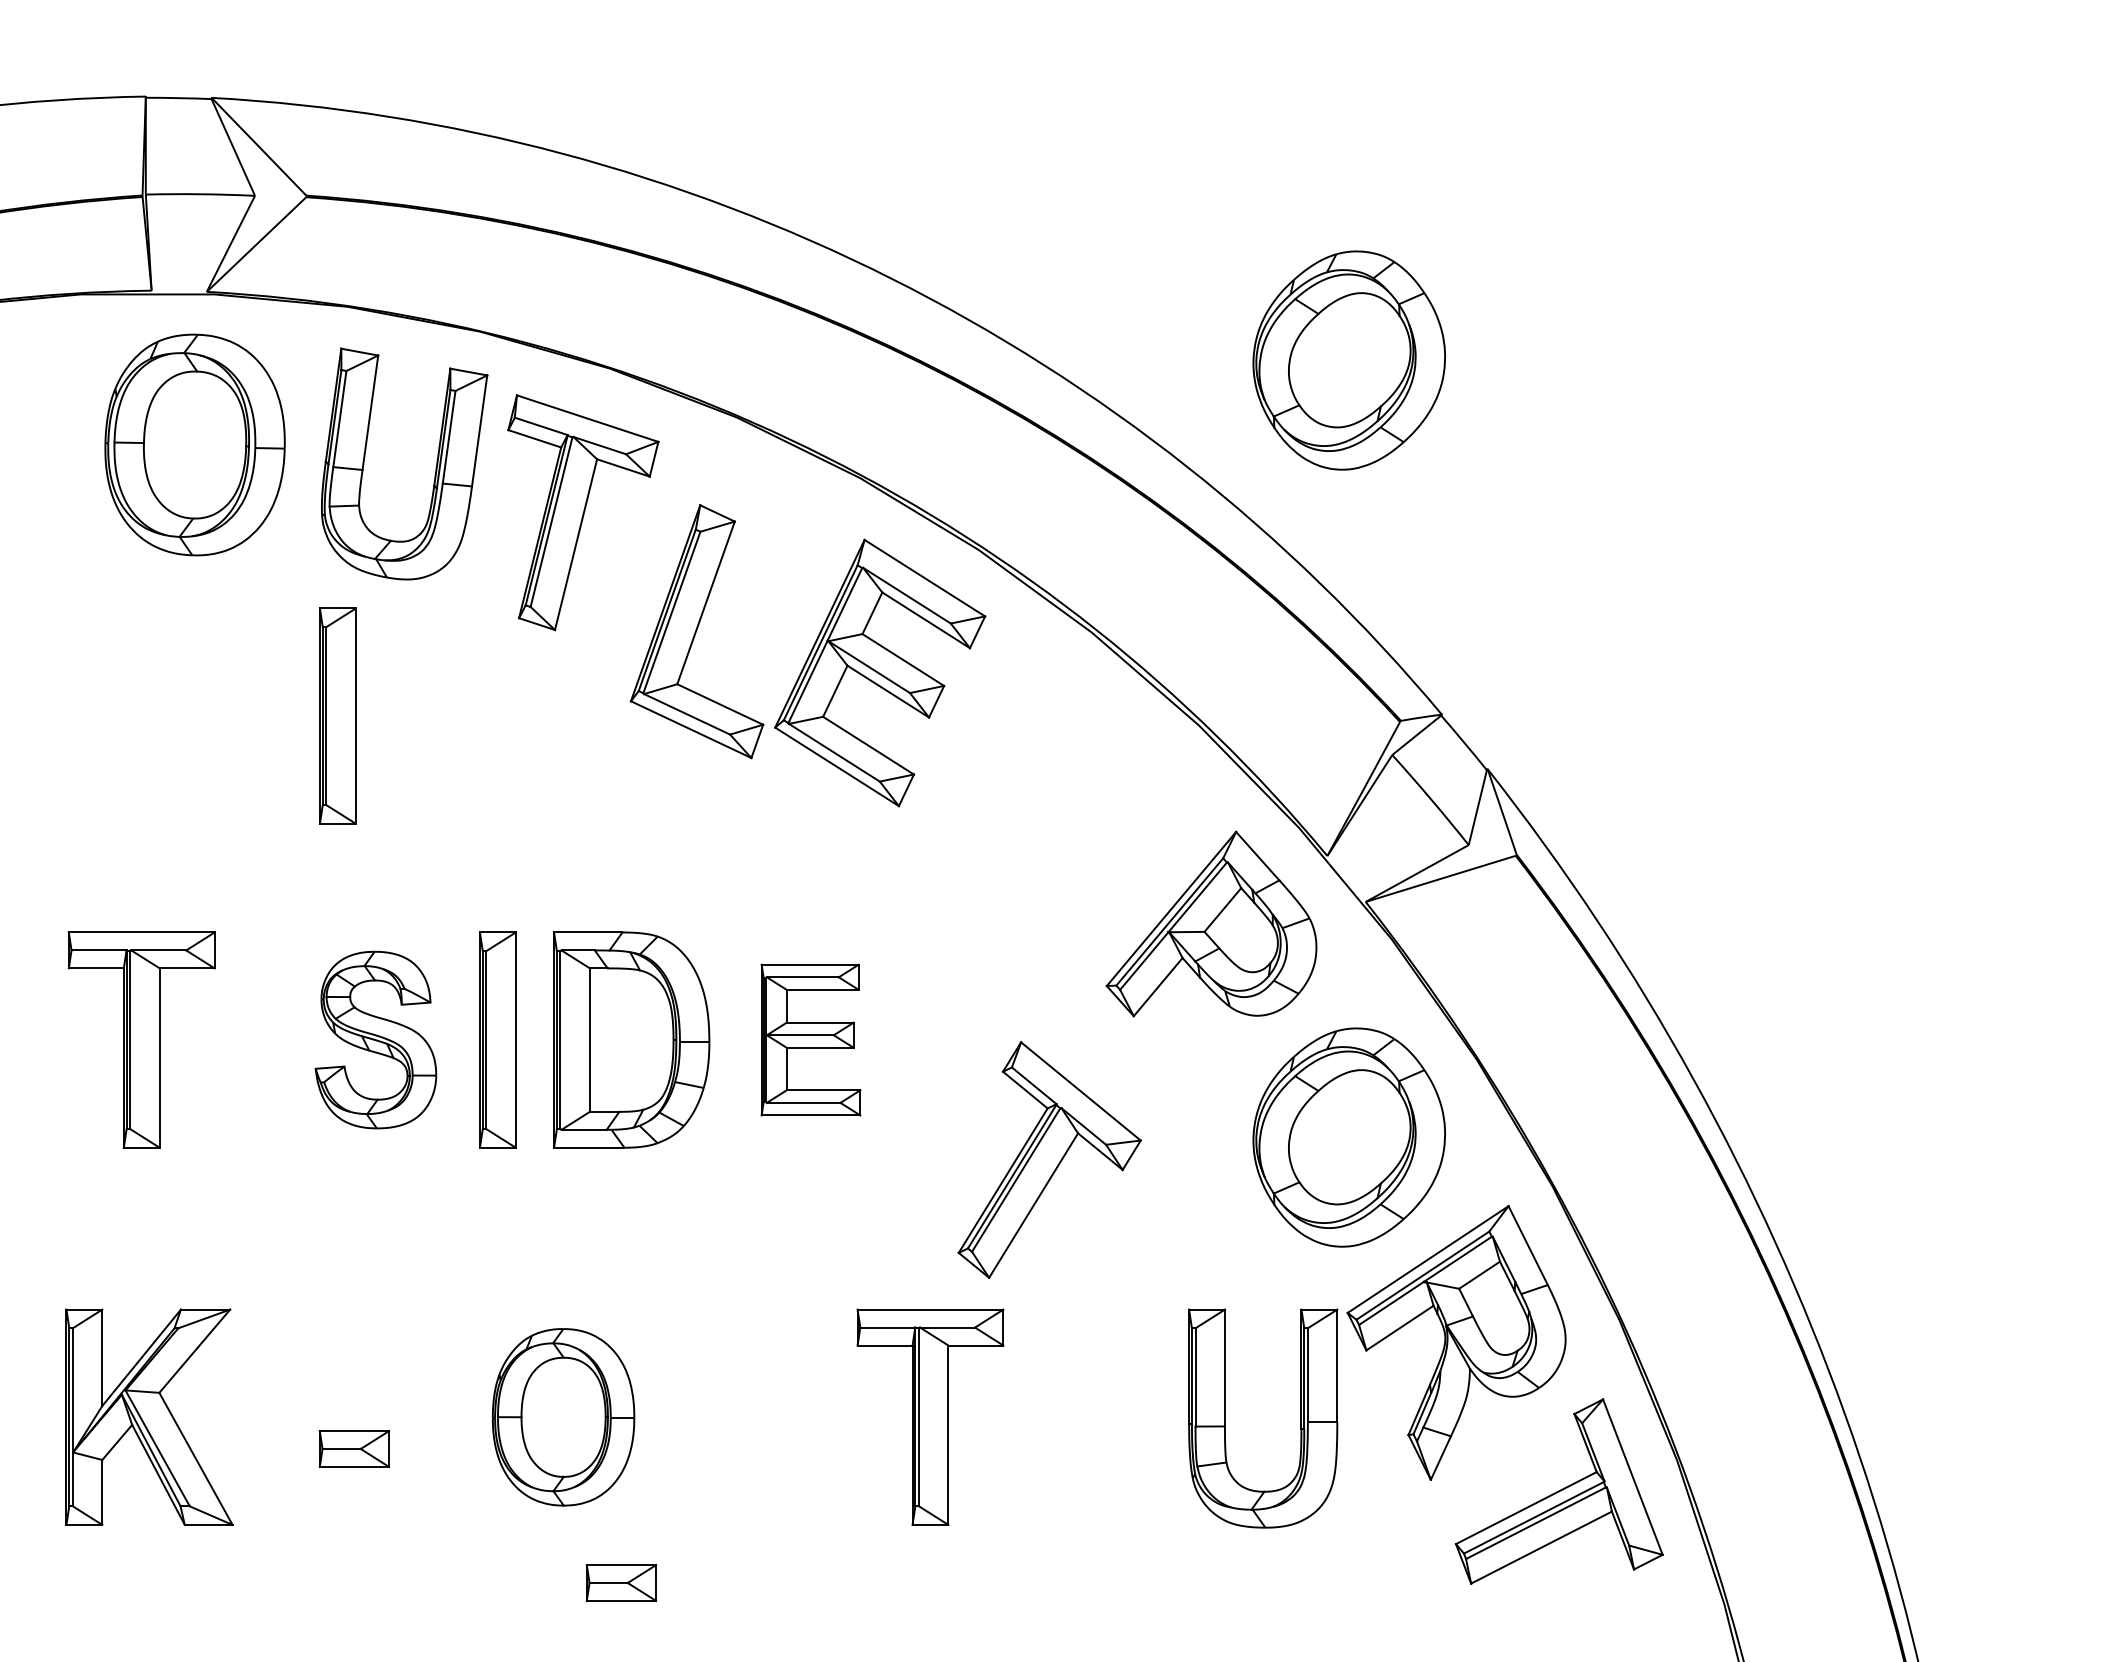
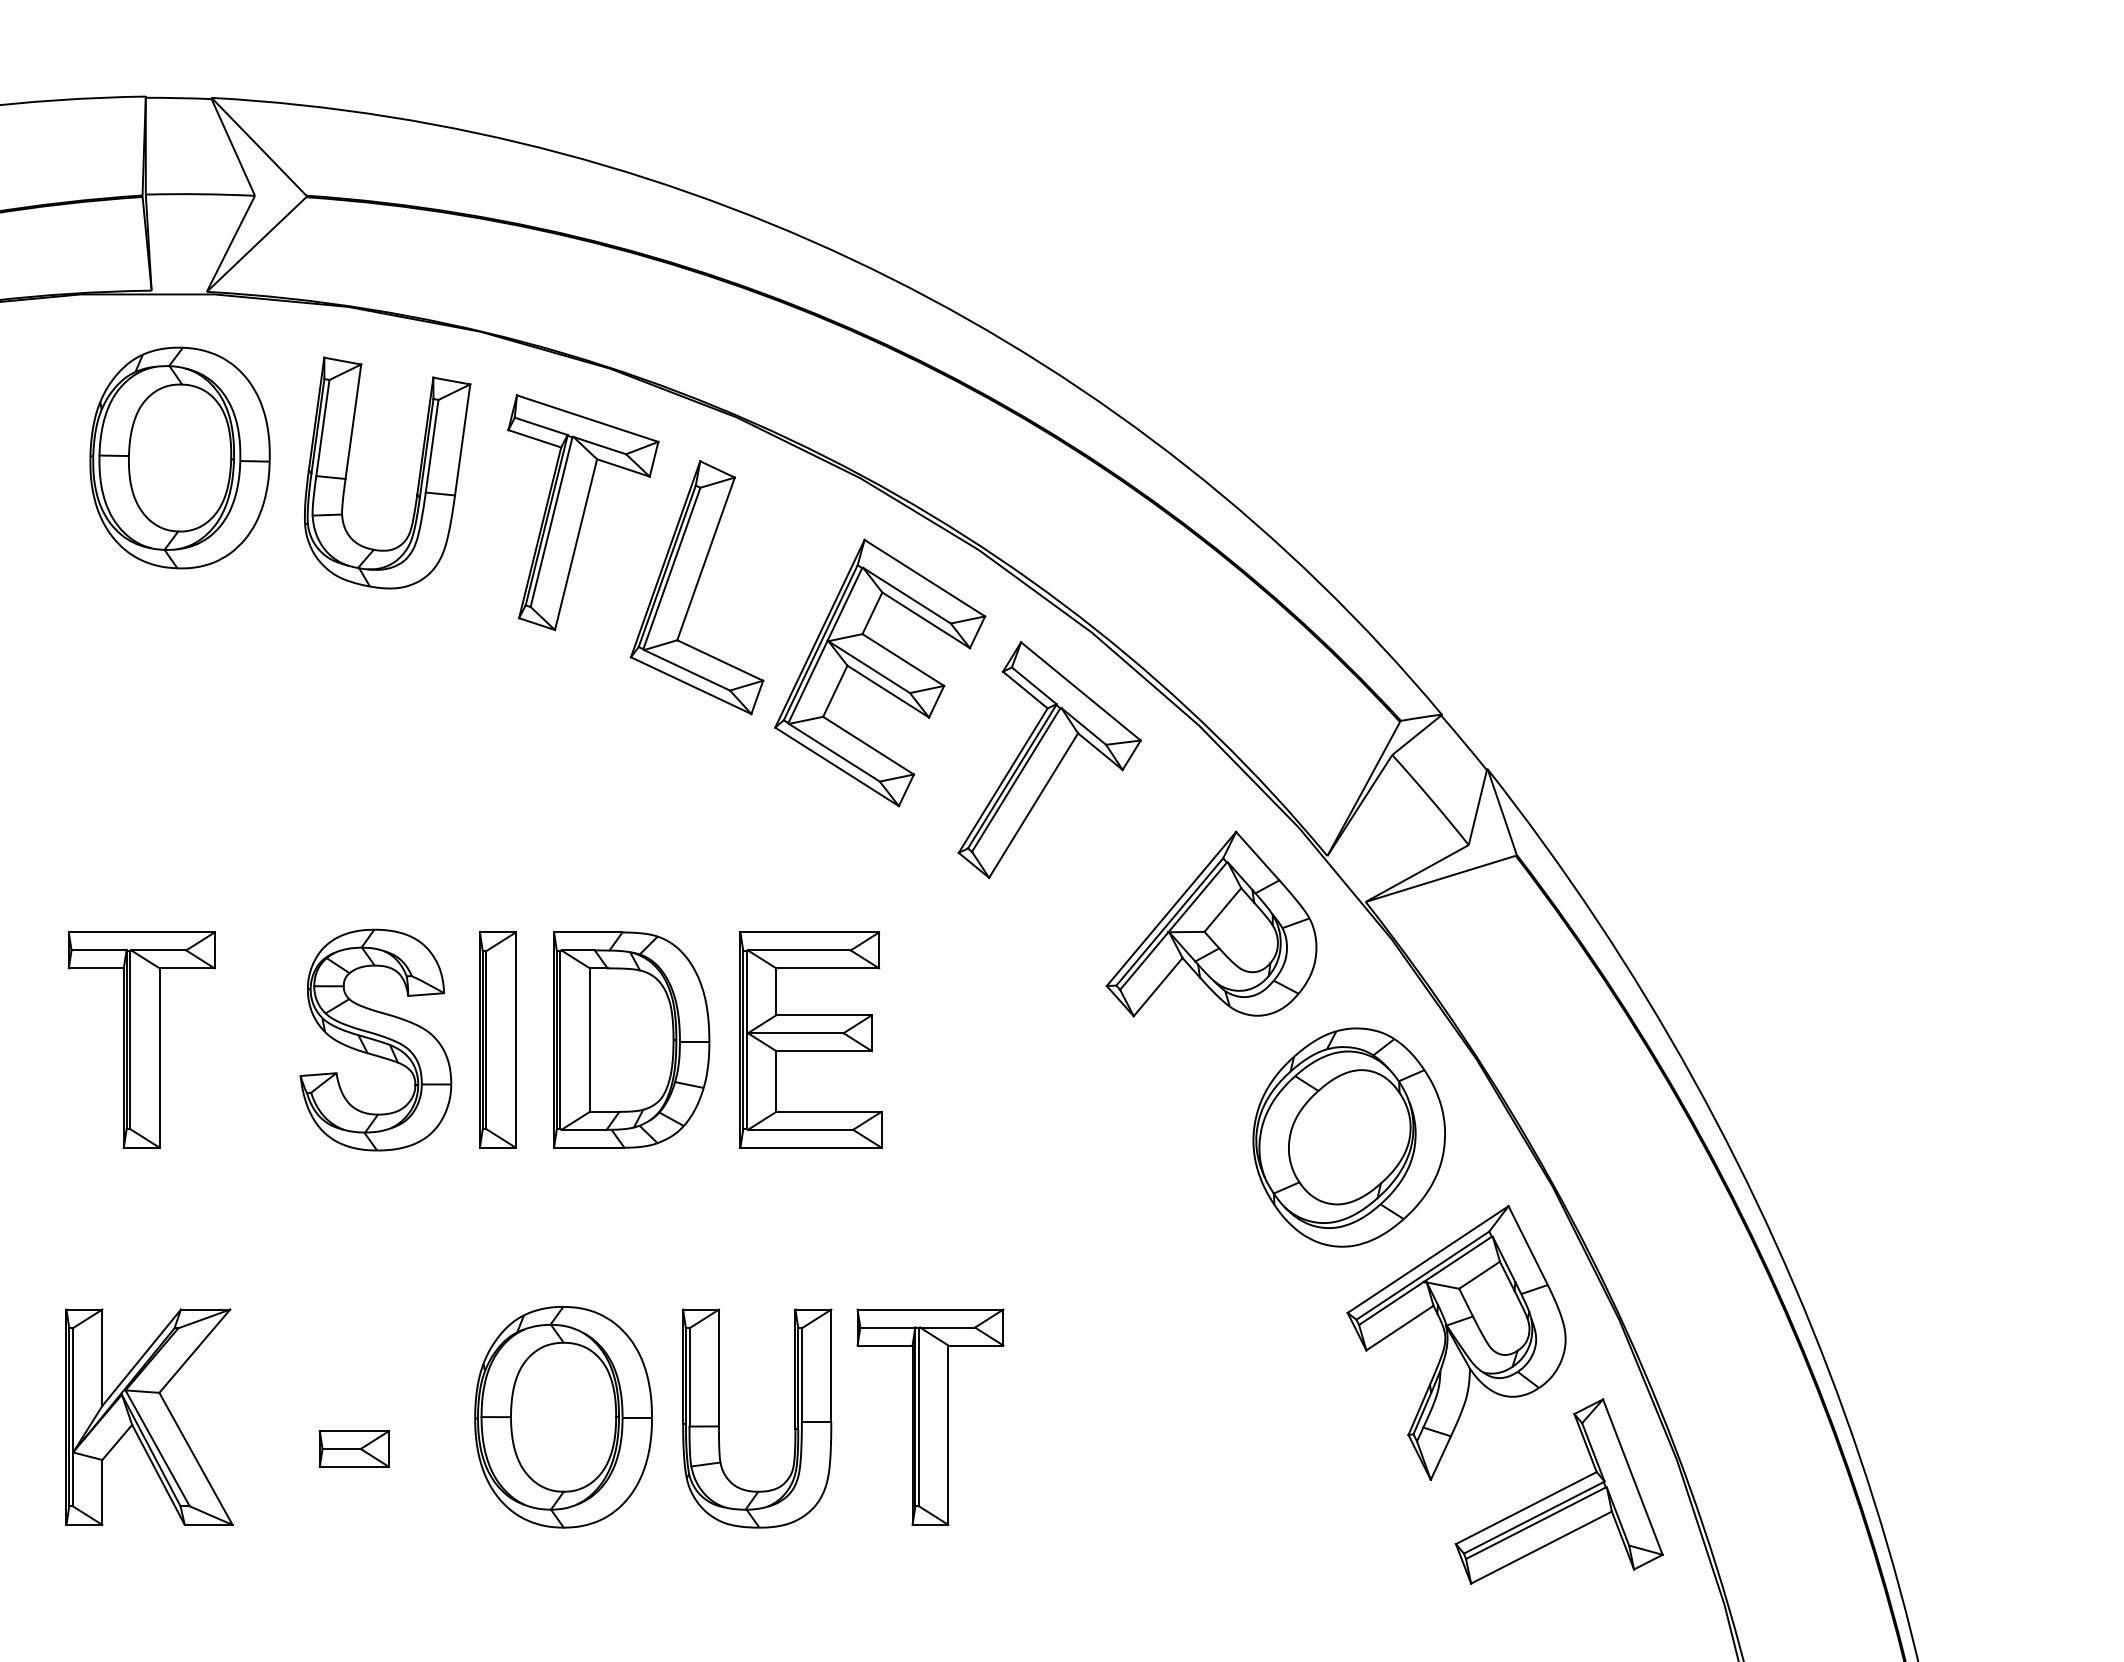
part at (1348, 360): present -> none
part at (194, 444) position: (194, 444) -> (179, 457)
part at (435, 467) position: (435, 467) -> (418, 476)
part at (696, 631) position: (696, 631) -> (696, 587)
part at (337, 715): present -> none
part at (375, 1039) size: 124x180 px -> 154x224 px
part at (810, 1039) size: 102x154 px -> 144x218 px
part at (1049, 1159) position: (1049, 1159) -> (1049, 759)
part at (563, 1417) size: 145x179 px -> 179x223 px
part at (1300, 1418) position: (1300, 1418) -> (794, 1418)
part at (621, 1582): present -> none
